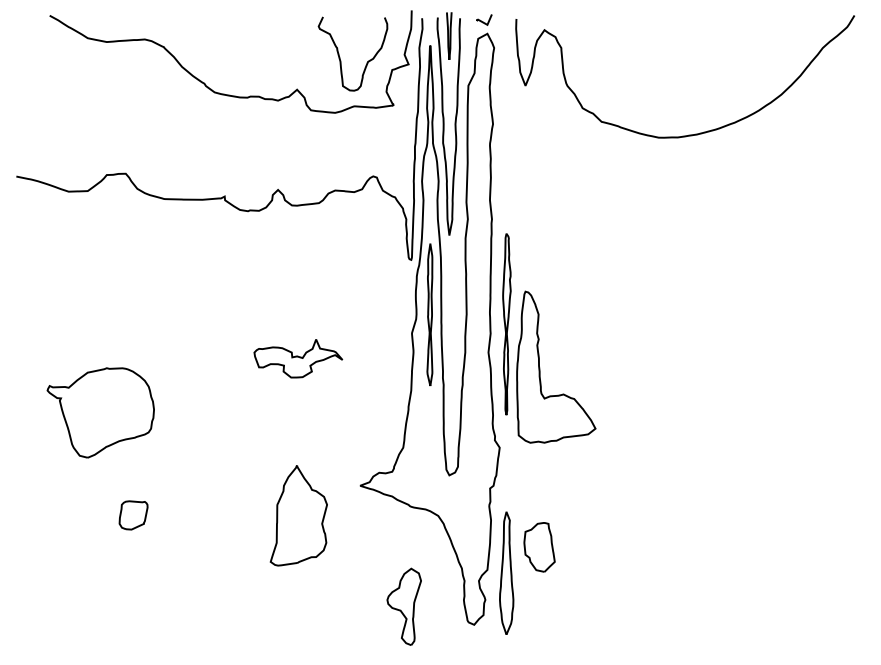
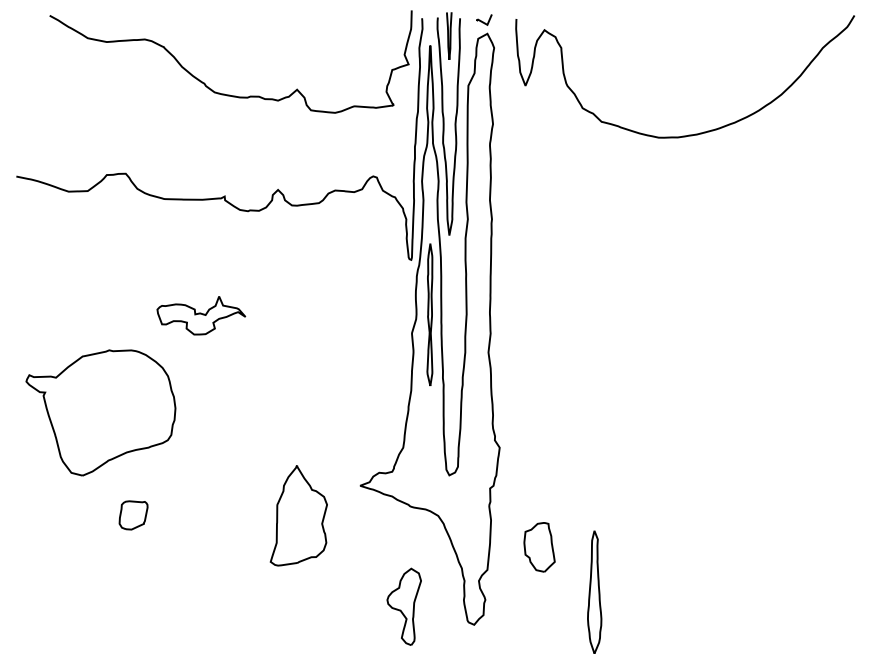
curve at (340, 57): present -> none
part at (539, 338): present -> none
part at (298, 358) position: (298, 358) -> (201, 315)
part at (100, 412) size: 109x92 px -> 152x128 px
part at (506, 572) position: (506, 572) -> (594, 591)
